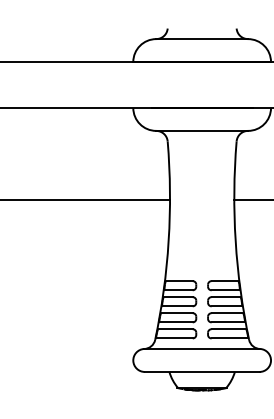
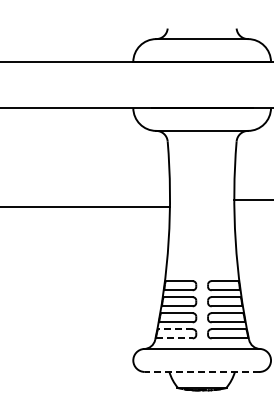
line at (86, 199) position: (86, 199) -> (86, 206)
line at (175, 329): solid -> dashed
line at (175, 338): solid -> dashed
line at (201, 371): solid -> dashed
